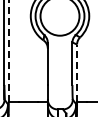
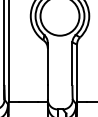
line at (8, 50): dashed -> solid
line at (77, 73): dashed -> solid
